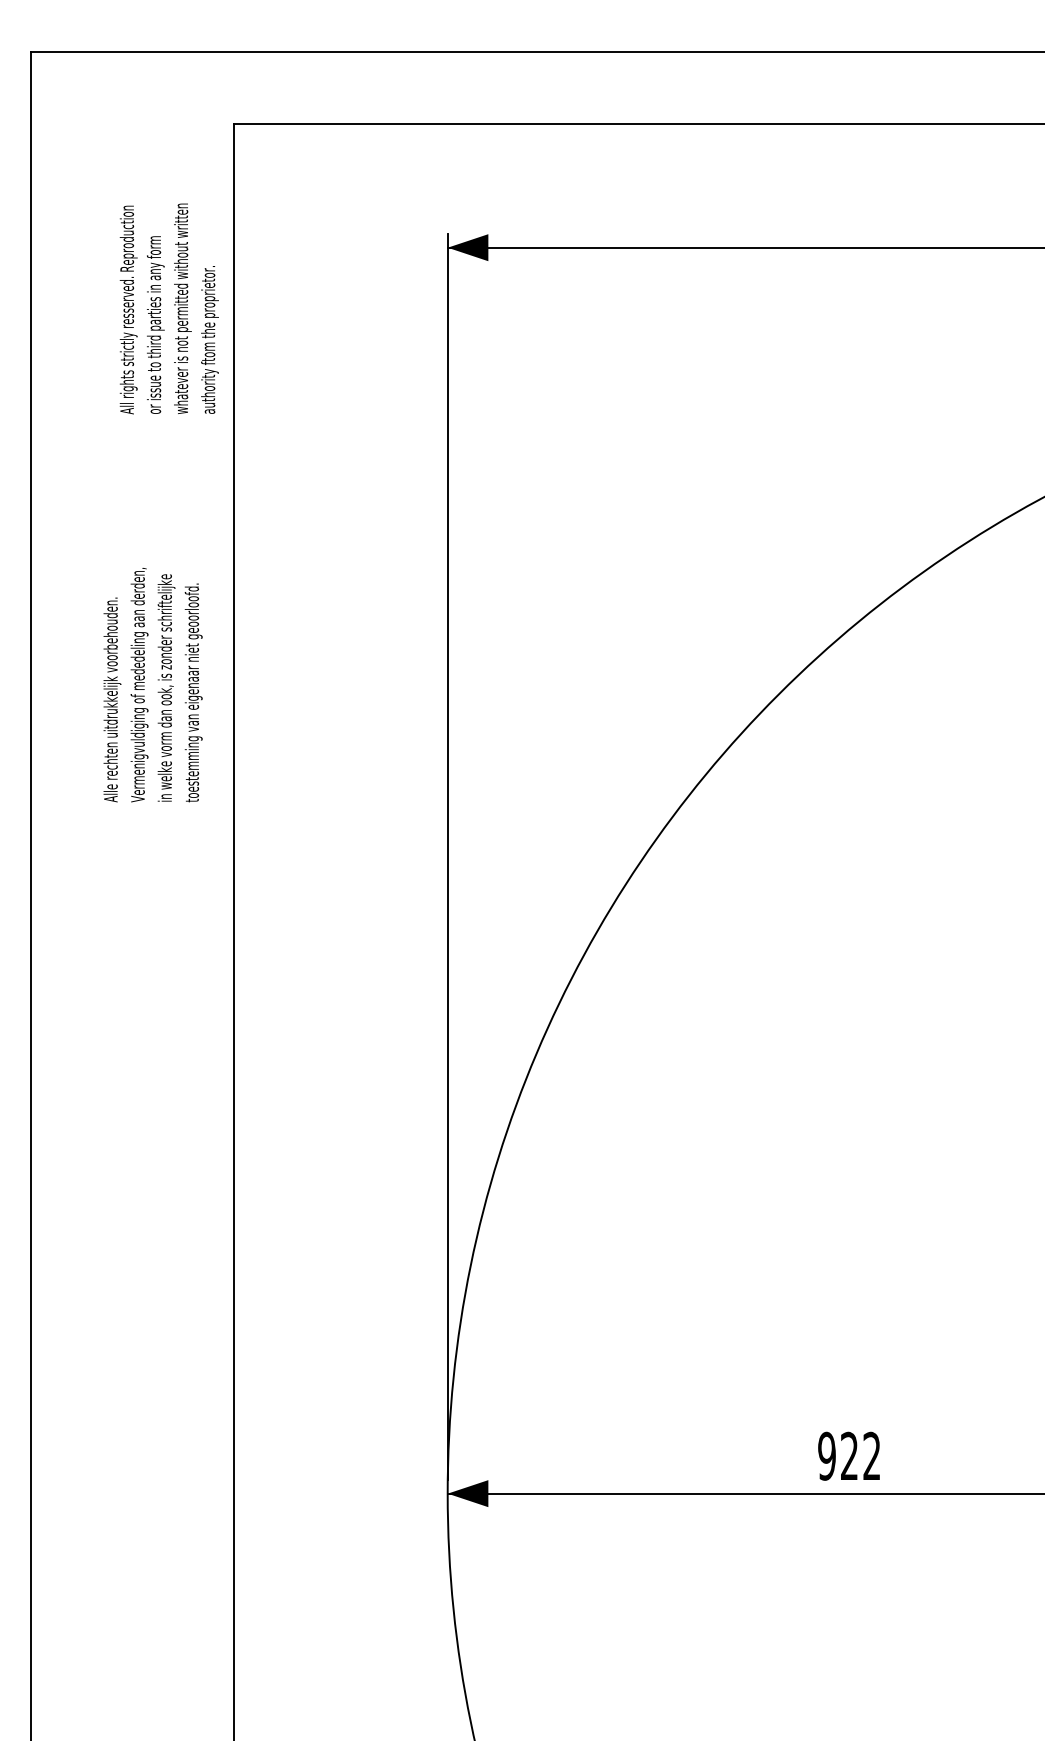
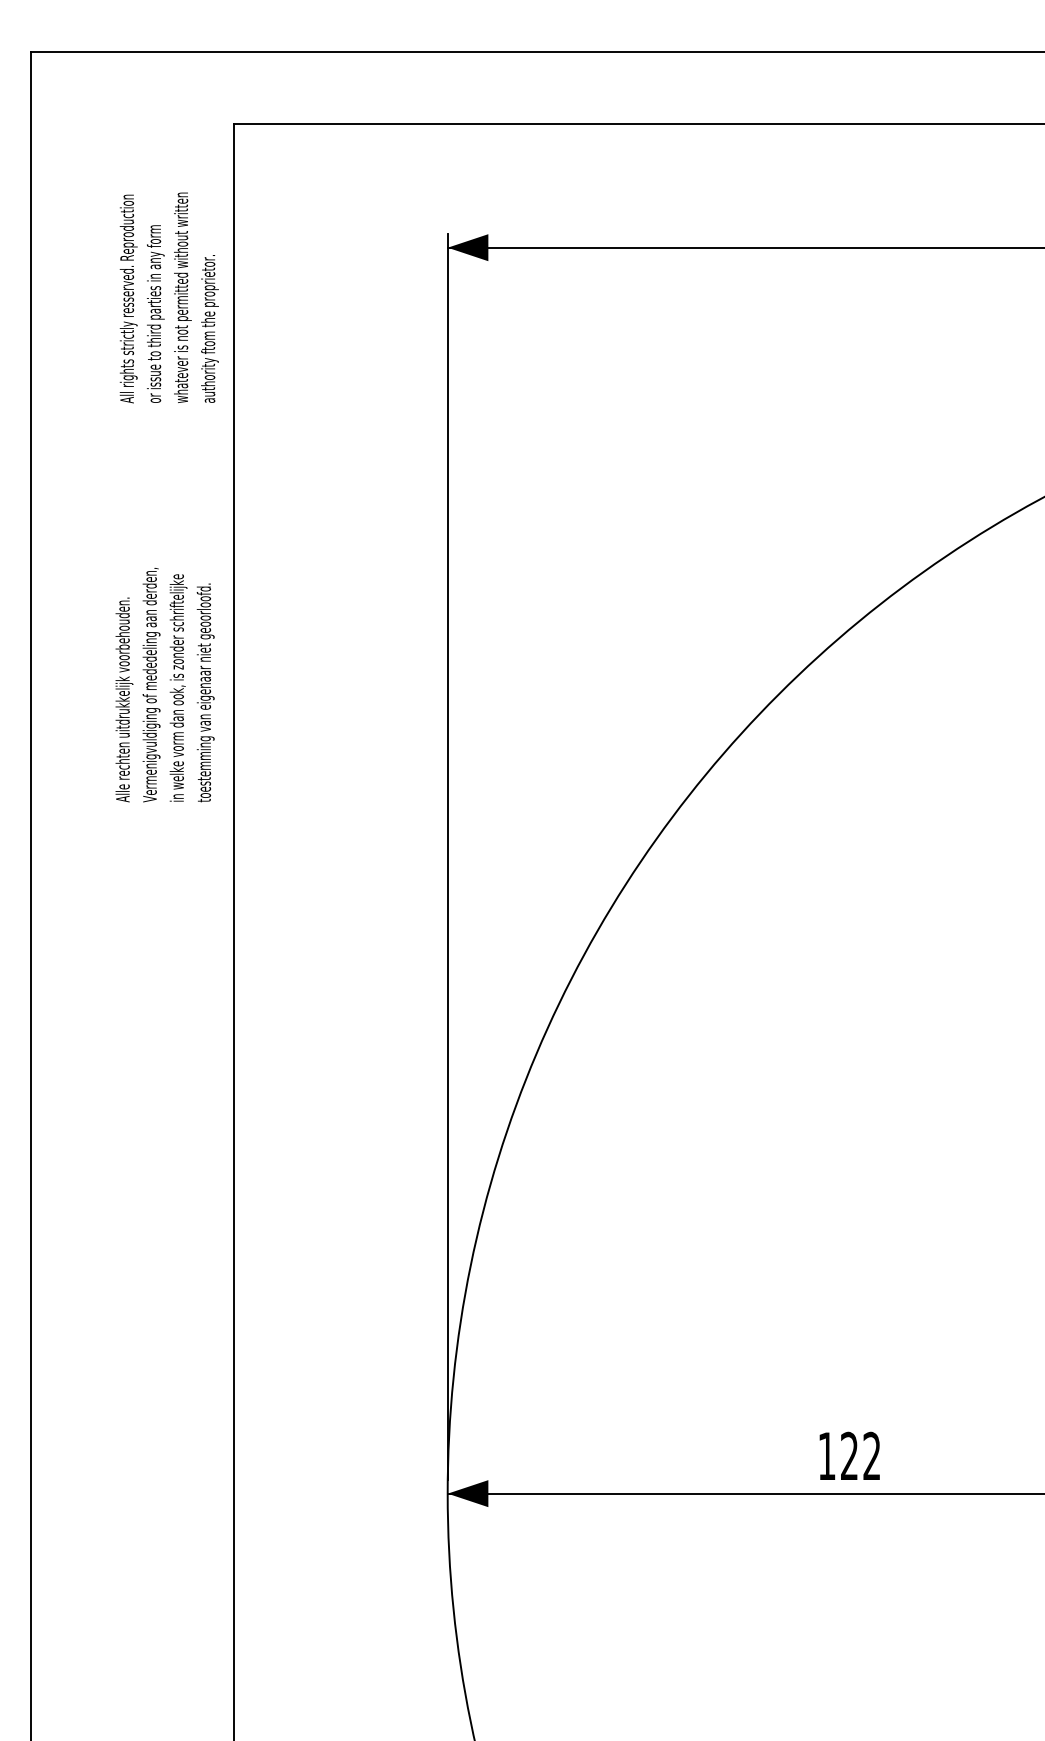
text at (168, 308) position: (168, 308) -> (168, 297)
text at (152, 685) position: (152, 685) -> (164, 685)
text at (826, 1455): 922 -> 122
